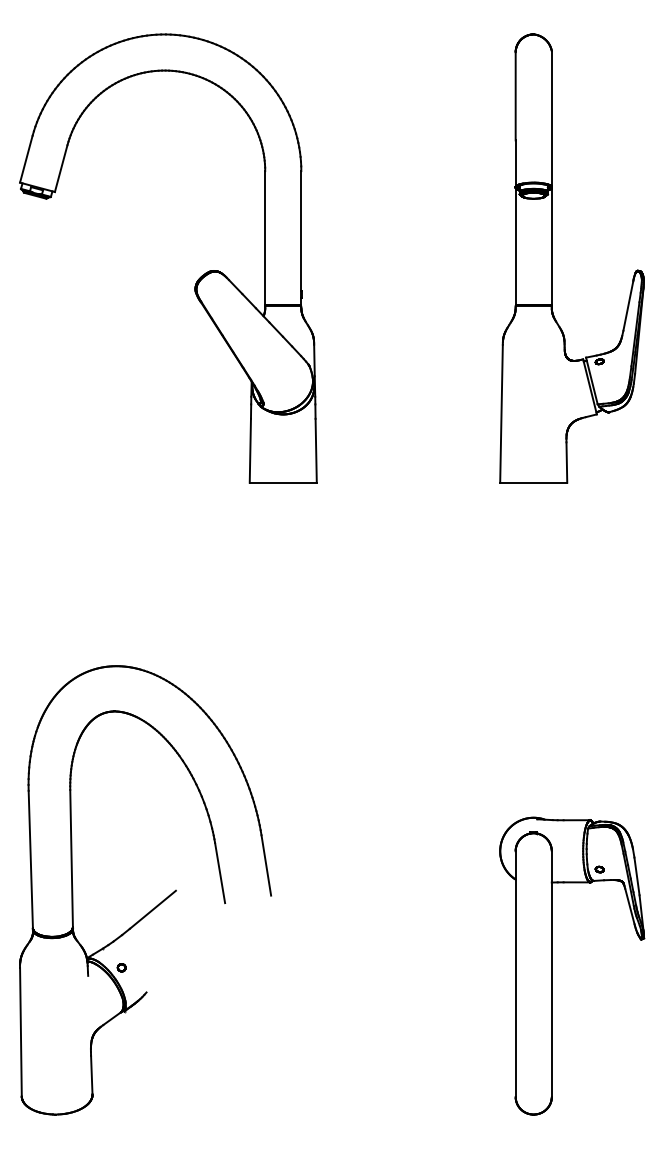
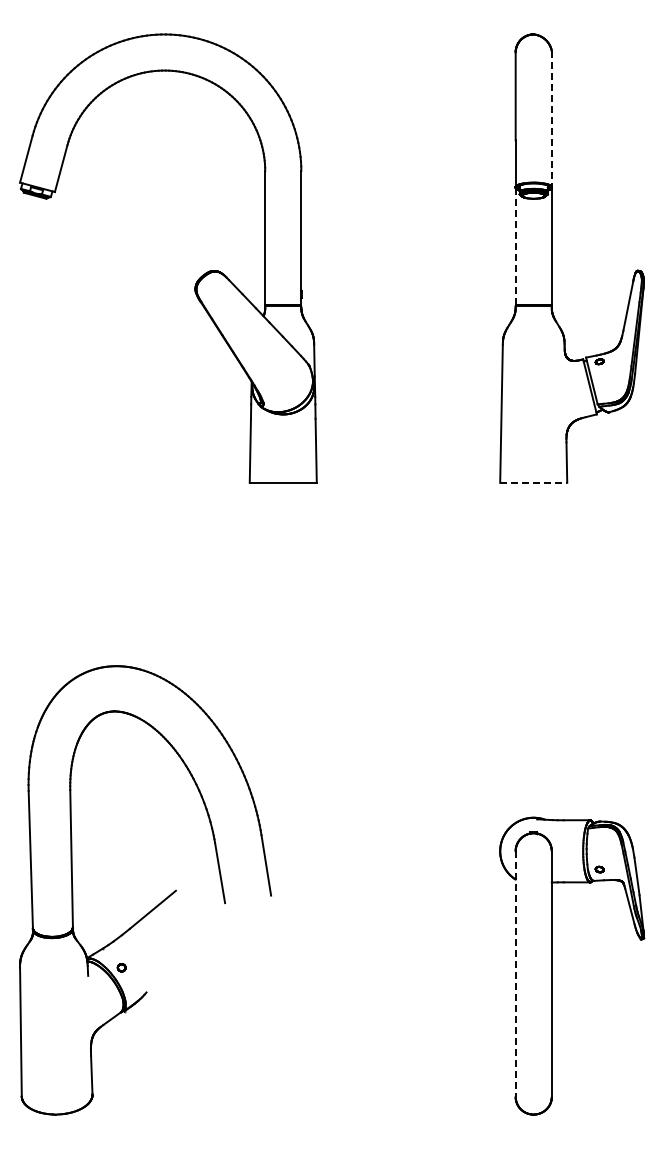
line at (551, 119): solid -> dashed
line at (515, 246): solid -> dashed
line at (533, 482): solid -> dashed
line at (515, 974): solid -> dashed
